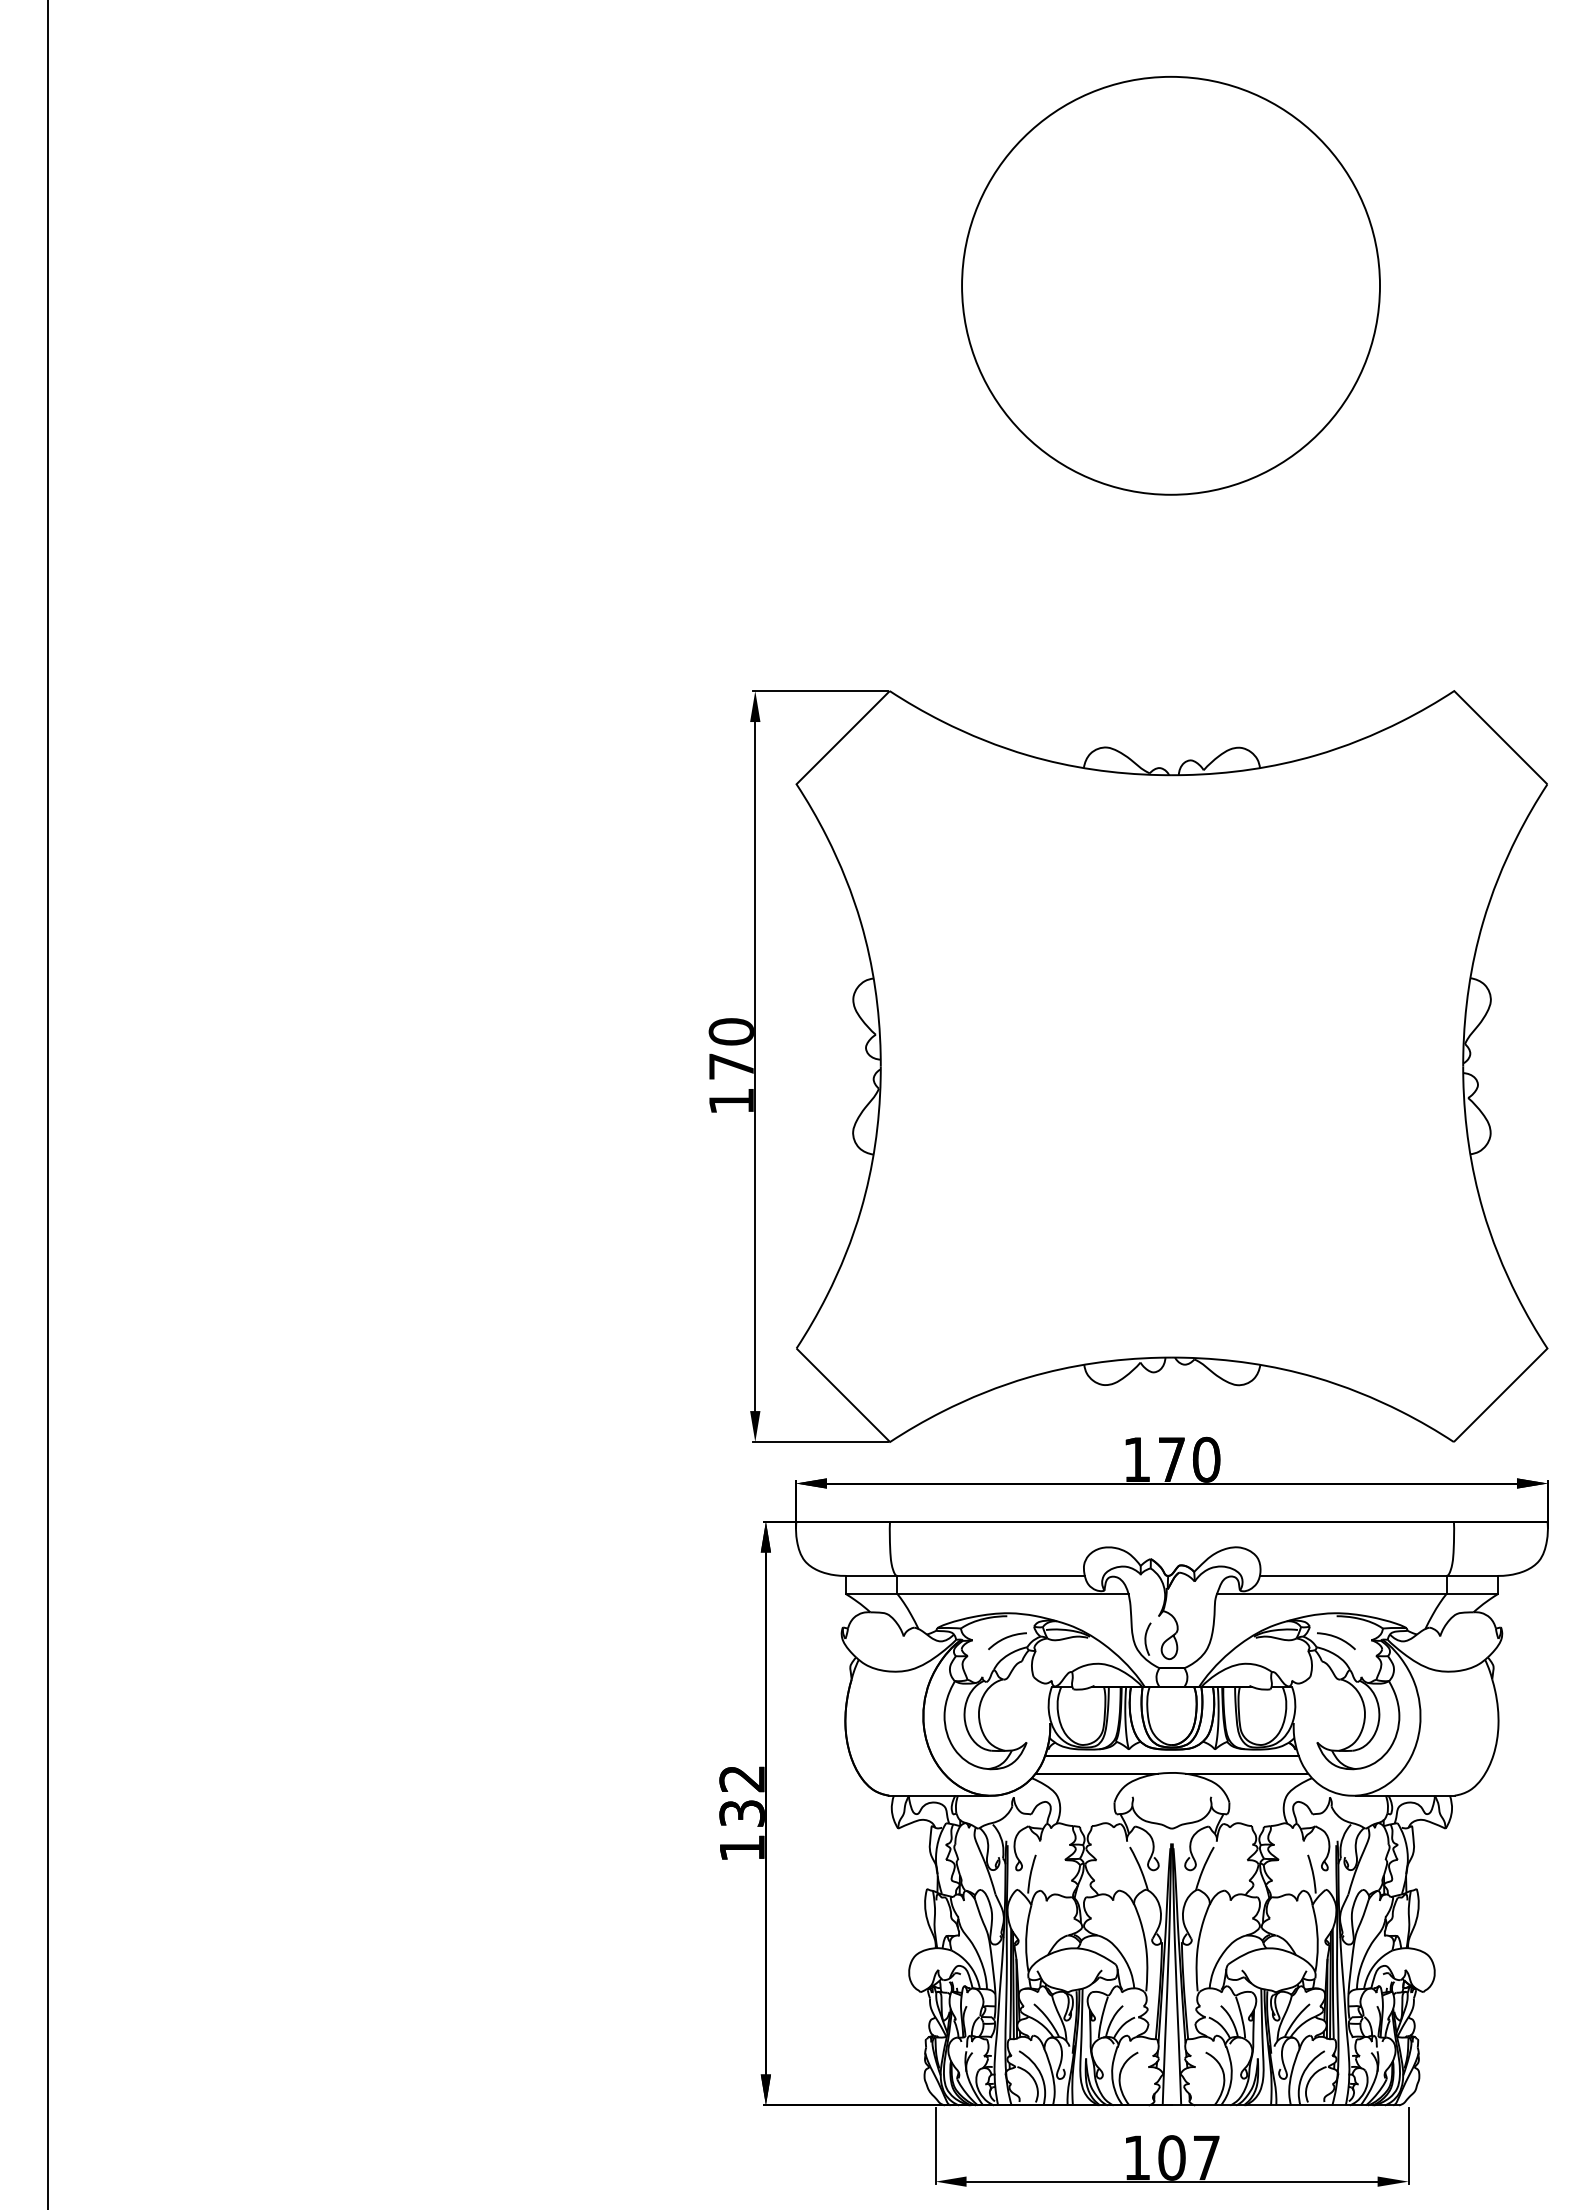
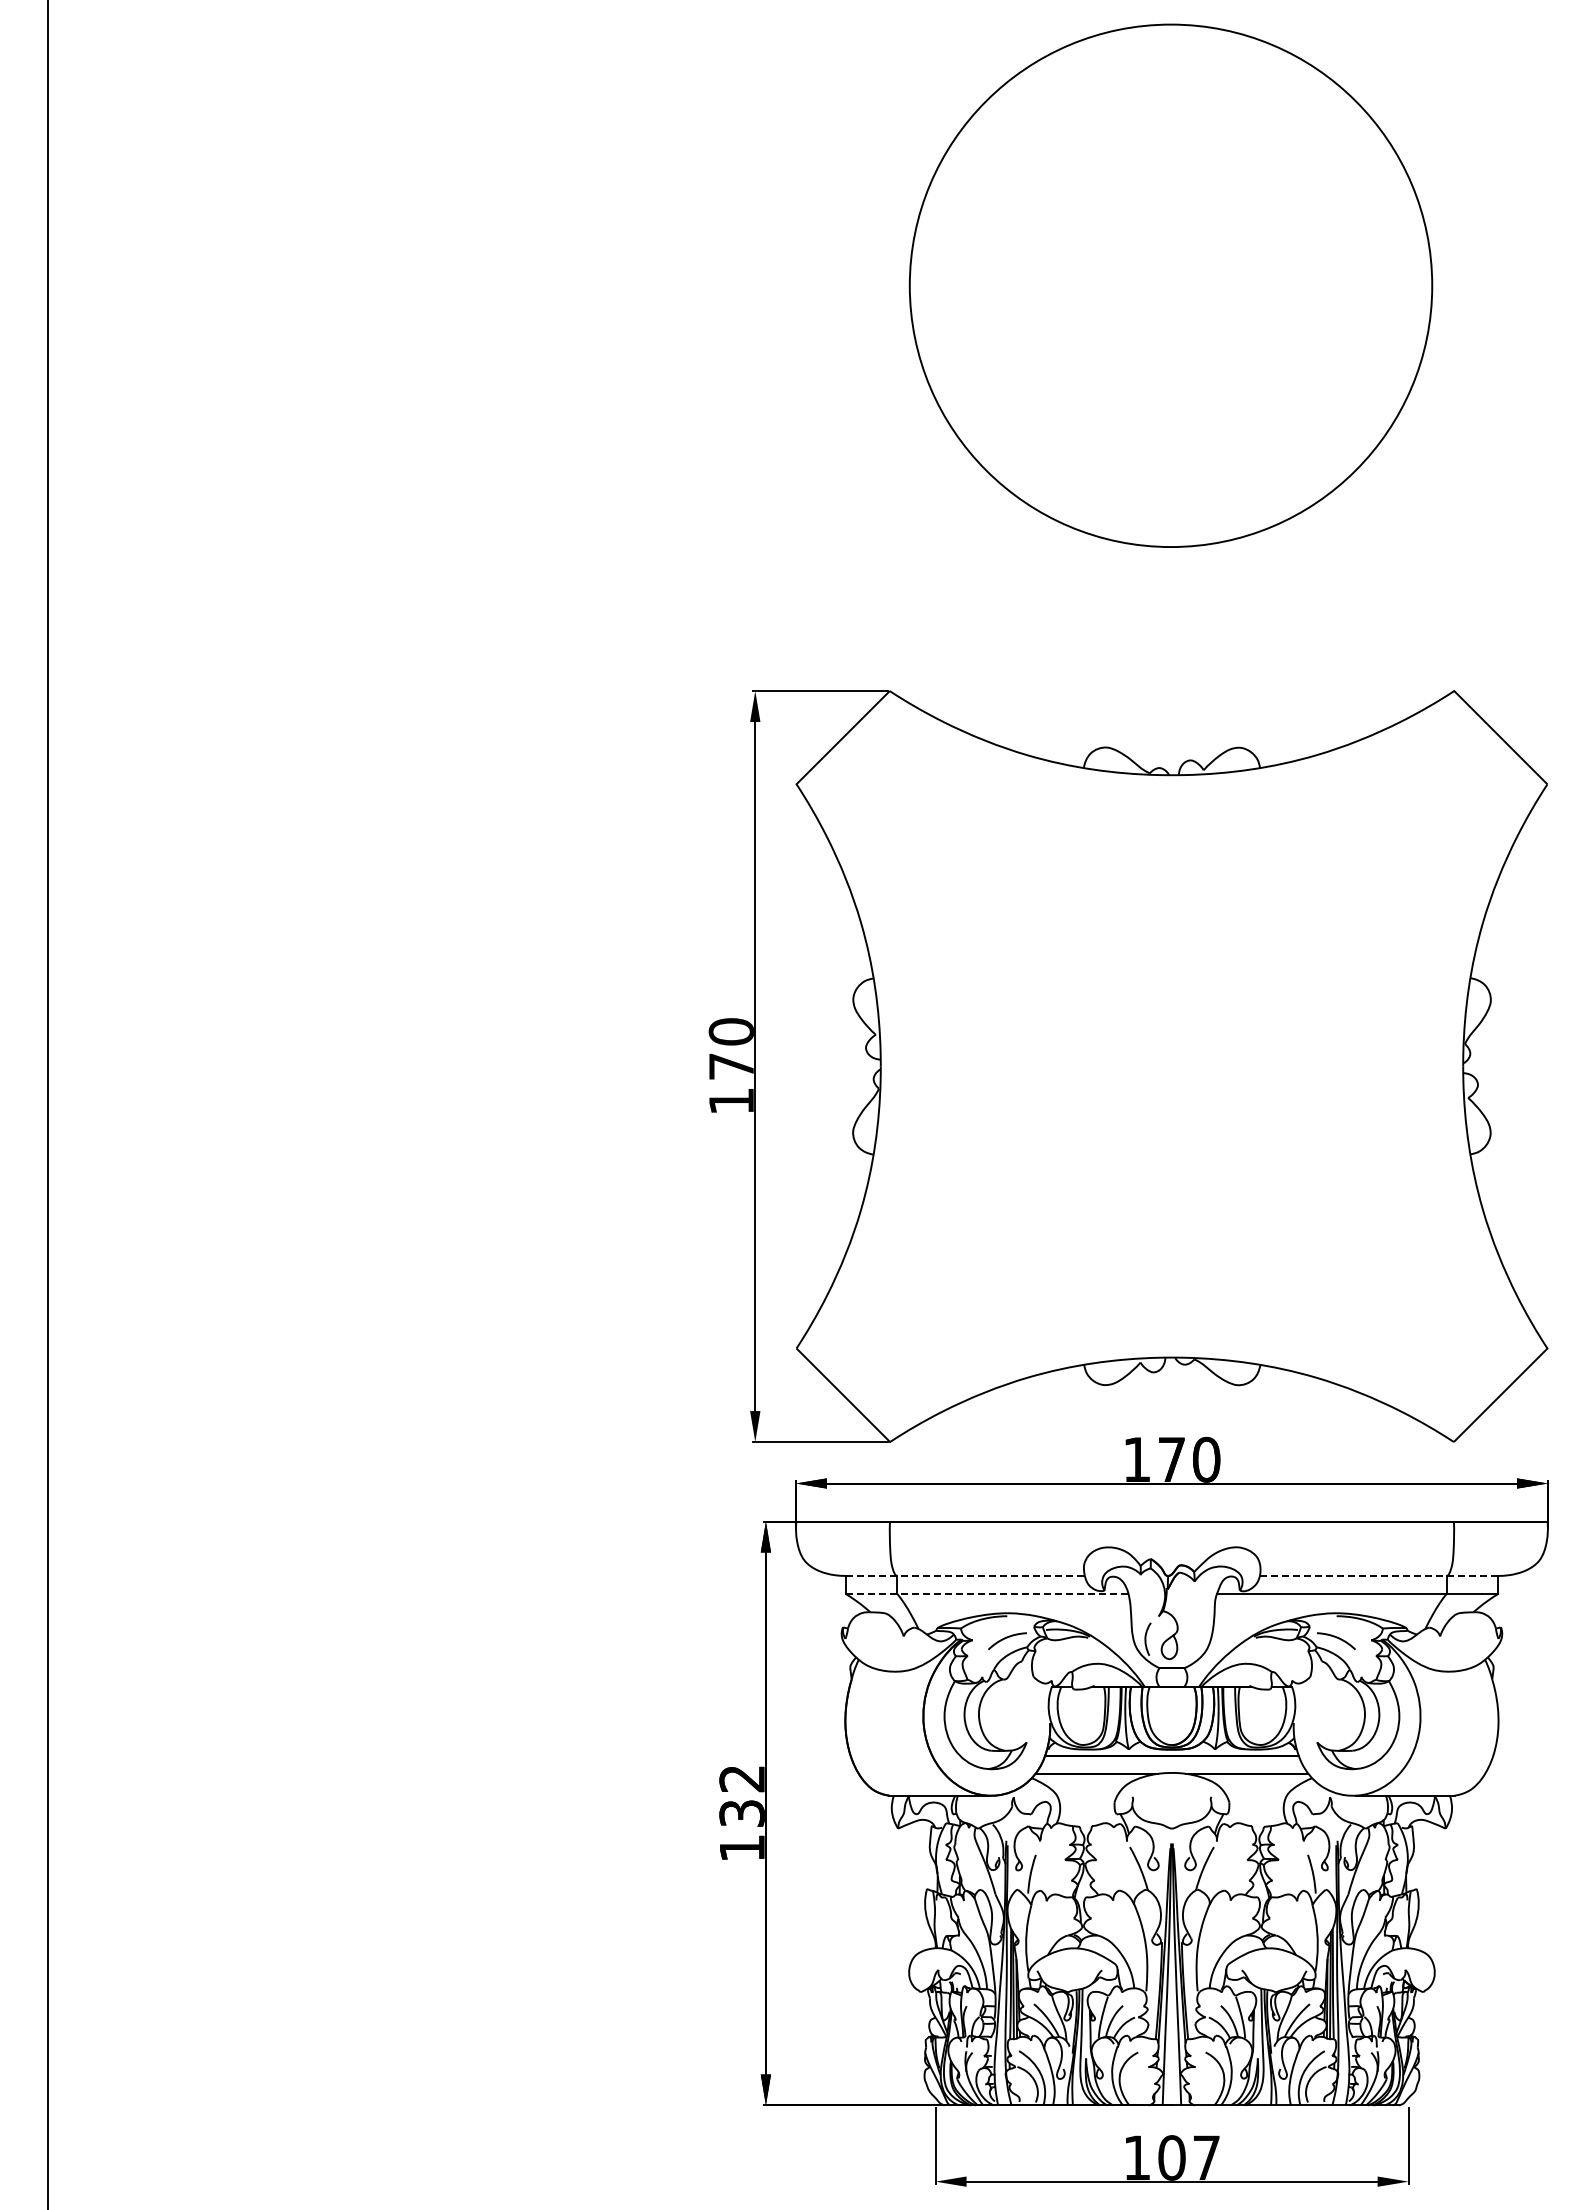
circle at (1171, 285) diameter: 418 px -> 522 px
line at (965, 1575): solid -> dashed
line at (1379, 1575): solid -> dashed
line at (987, 1594): solid -> dashed
